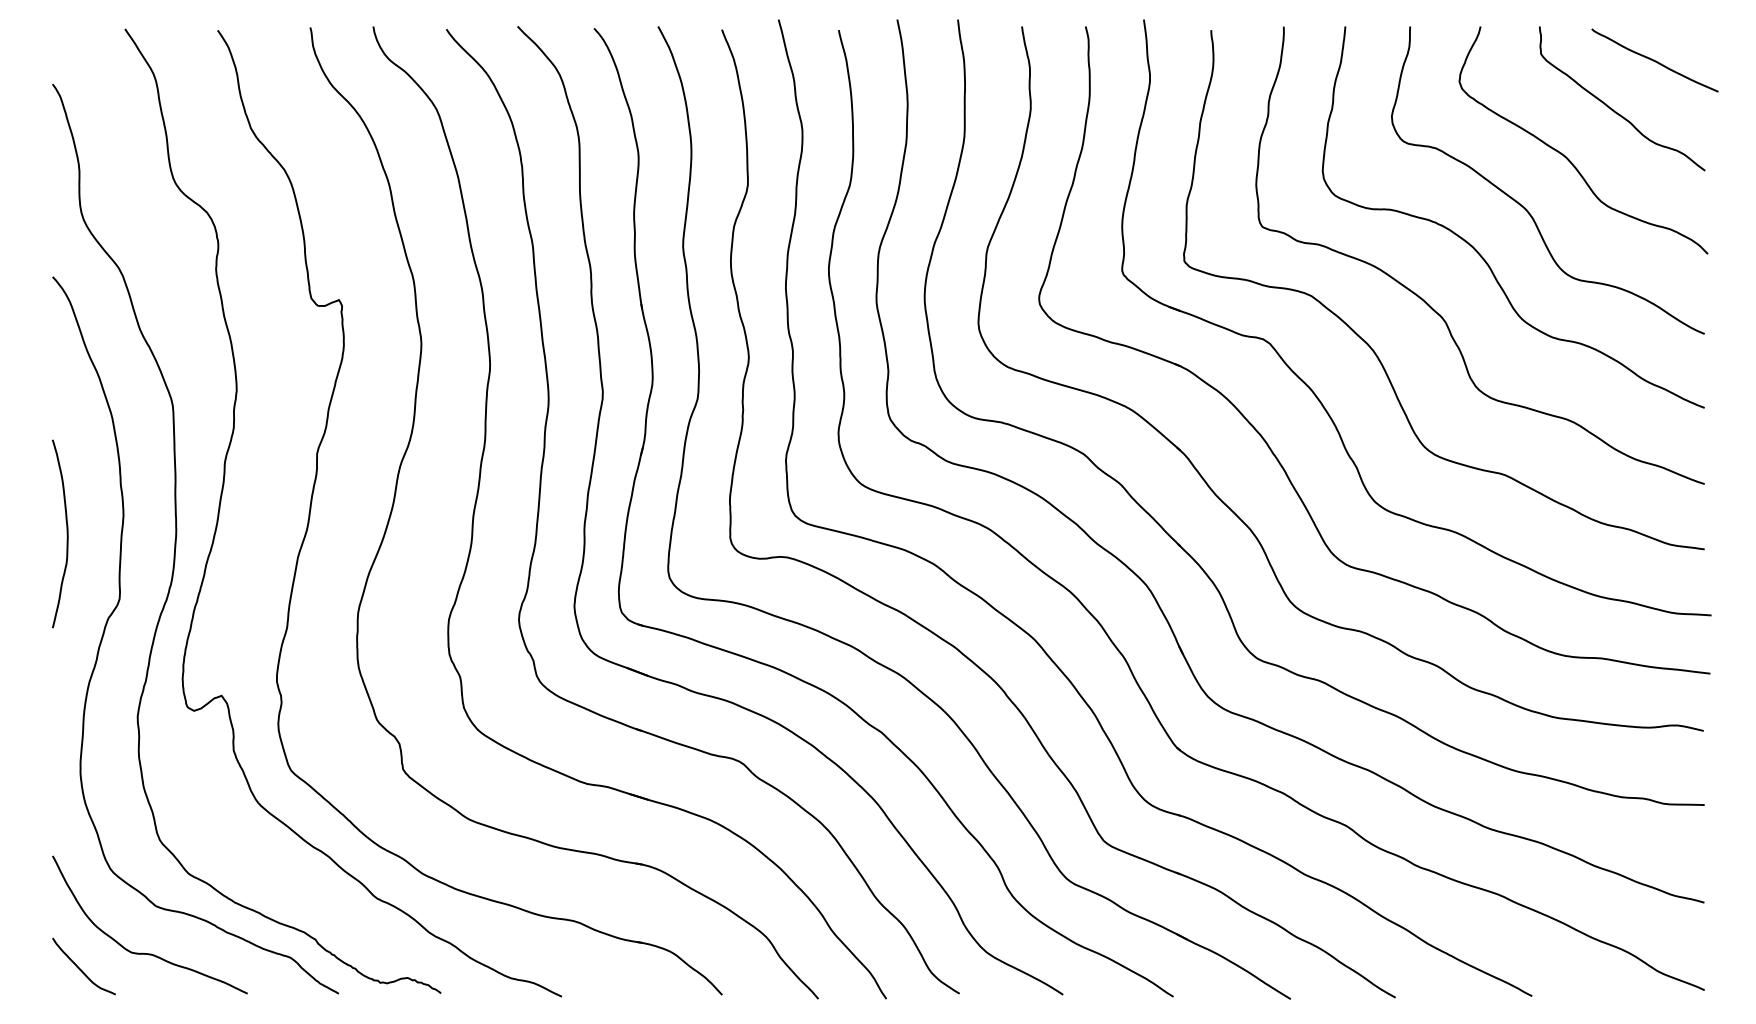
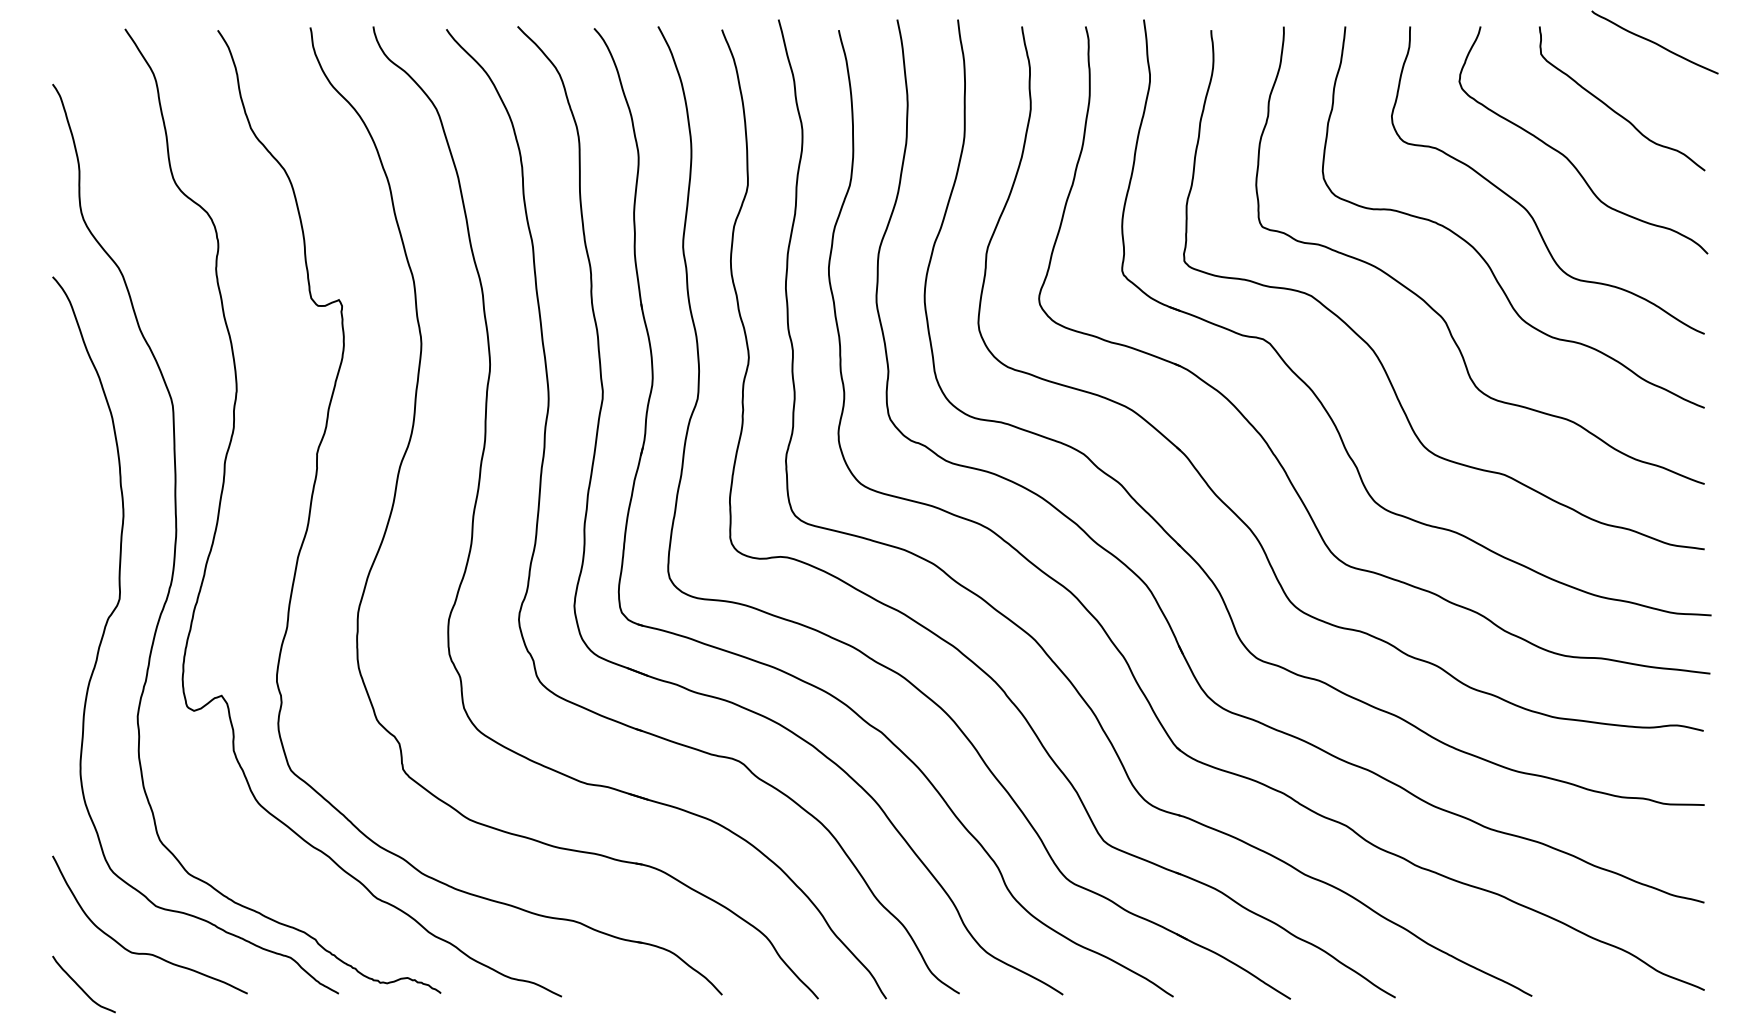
curve at (1654, 60) position: (1654, 60) -> (1654, 42)
curve at (66, 533): present -> none
curve at (80, 968) position: (80, 968) -> (80, 986)
